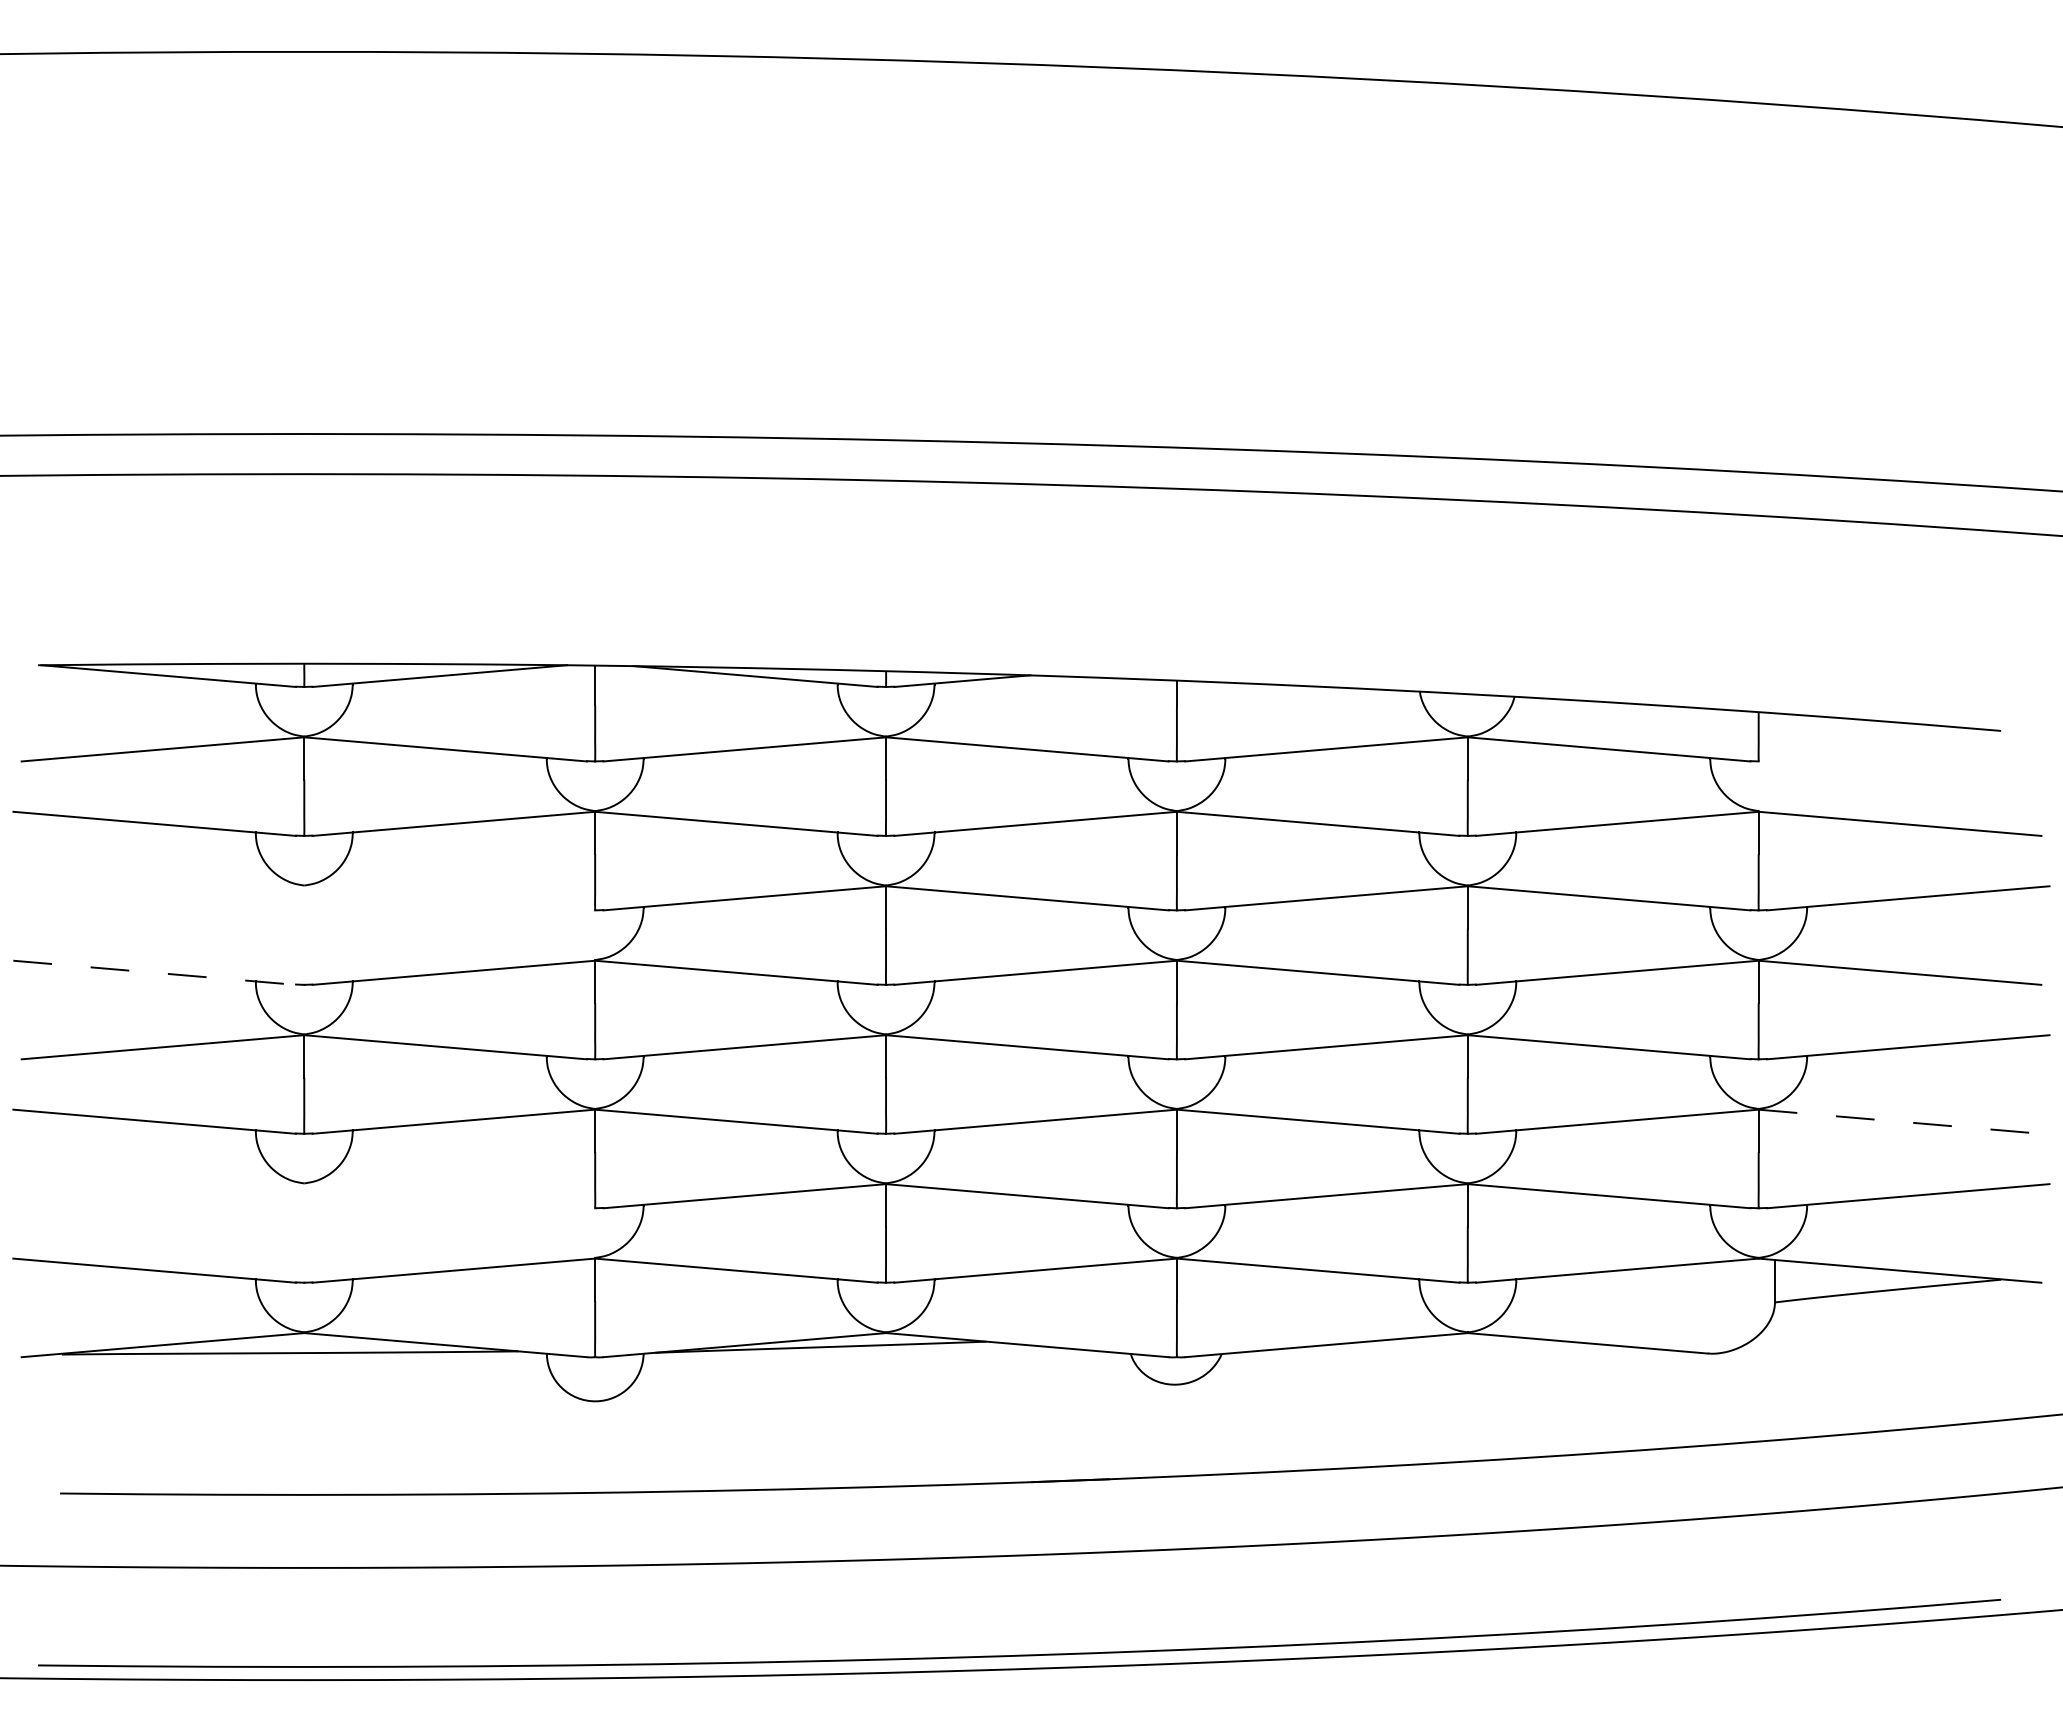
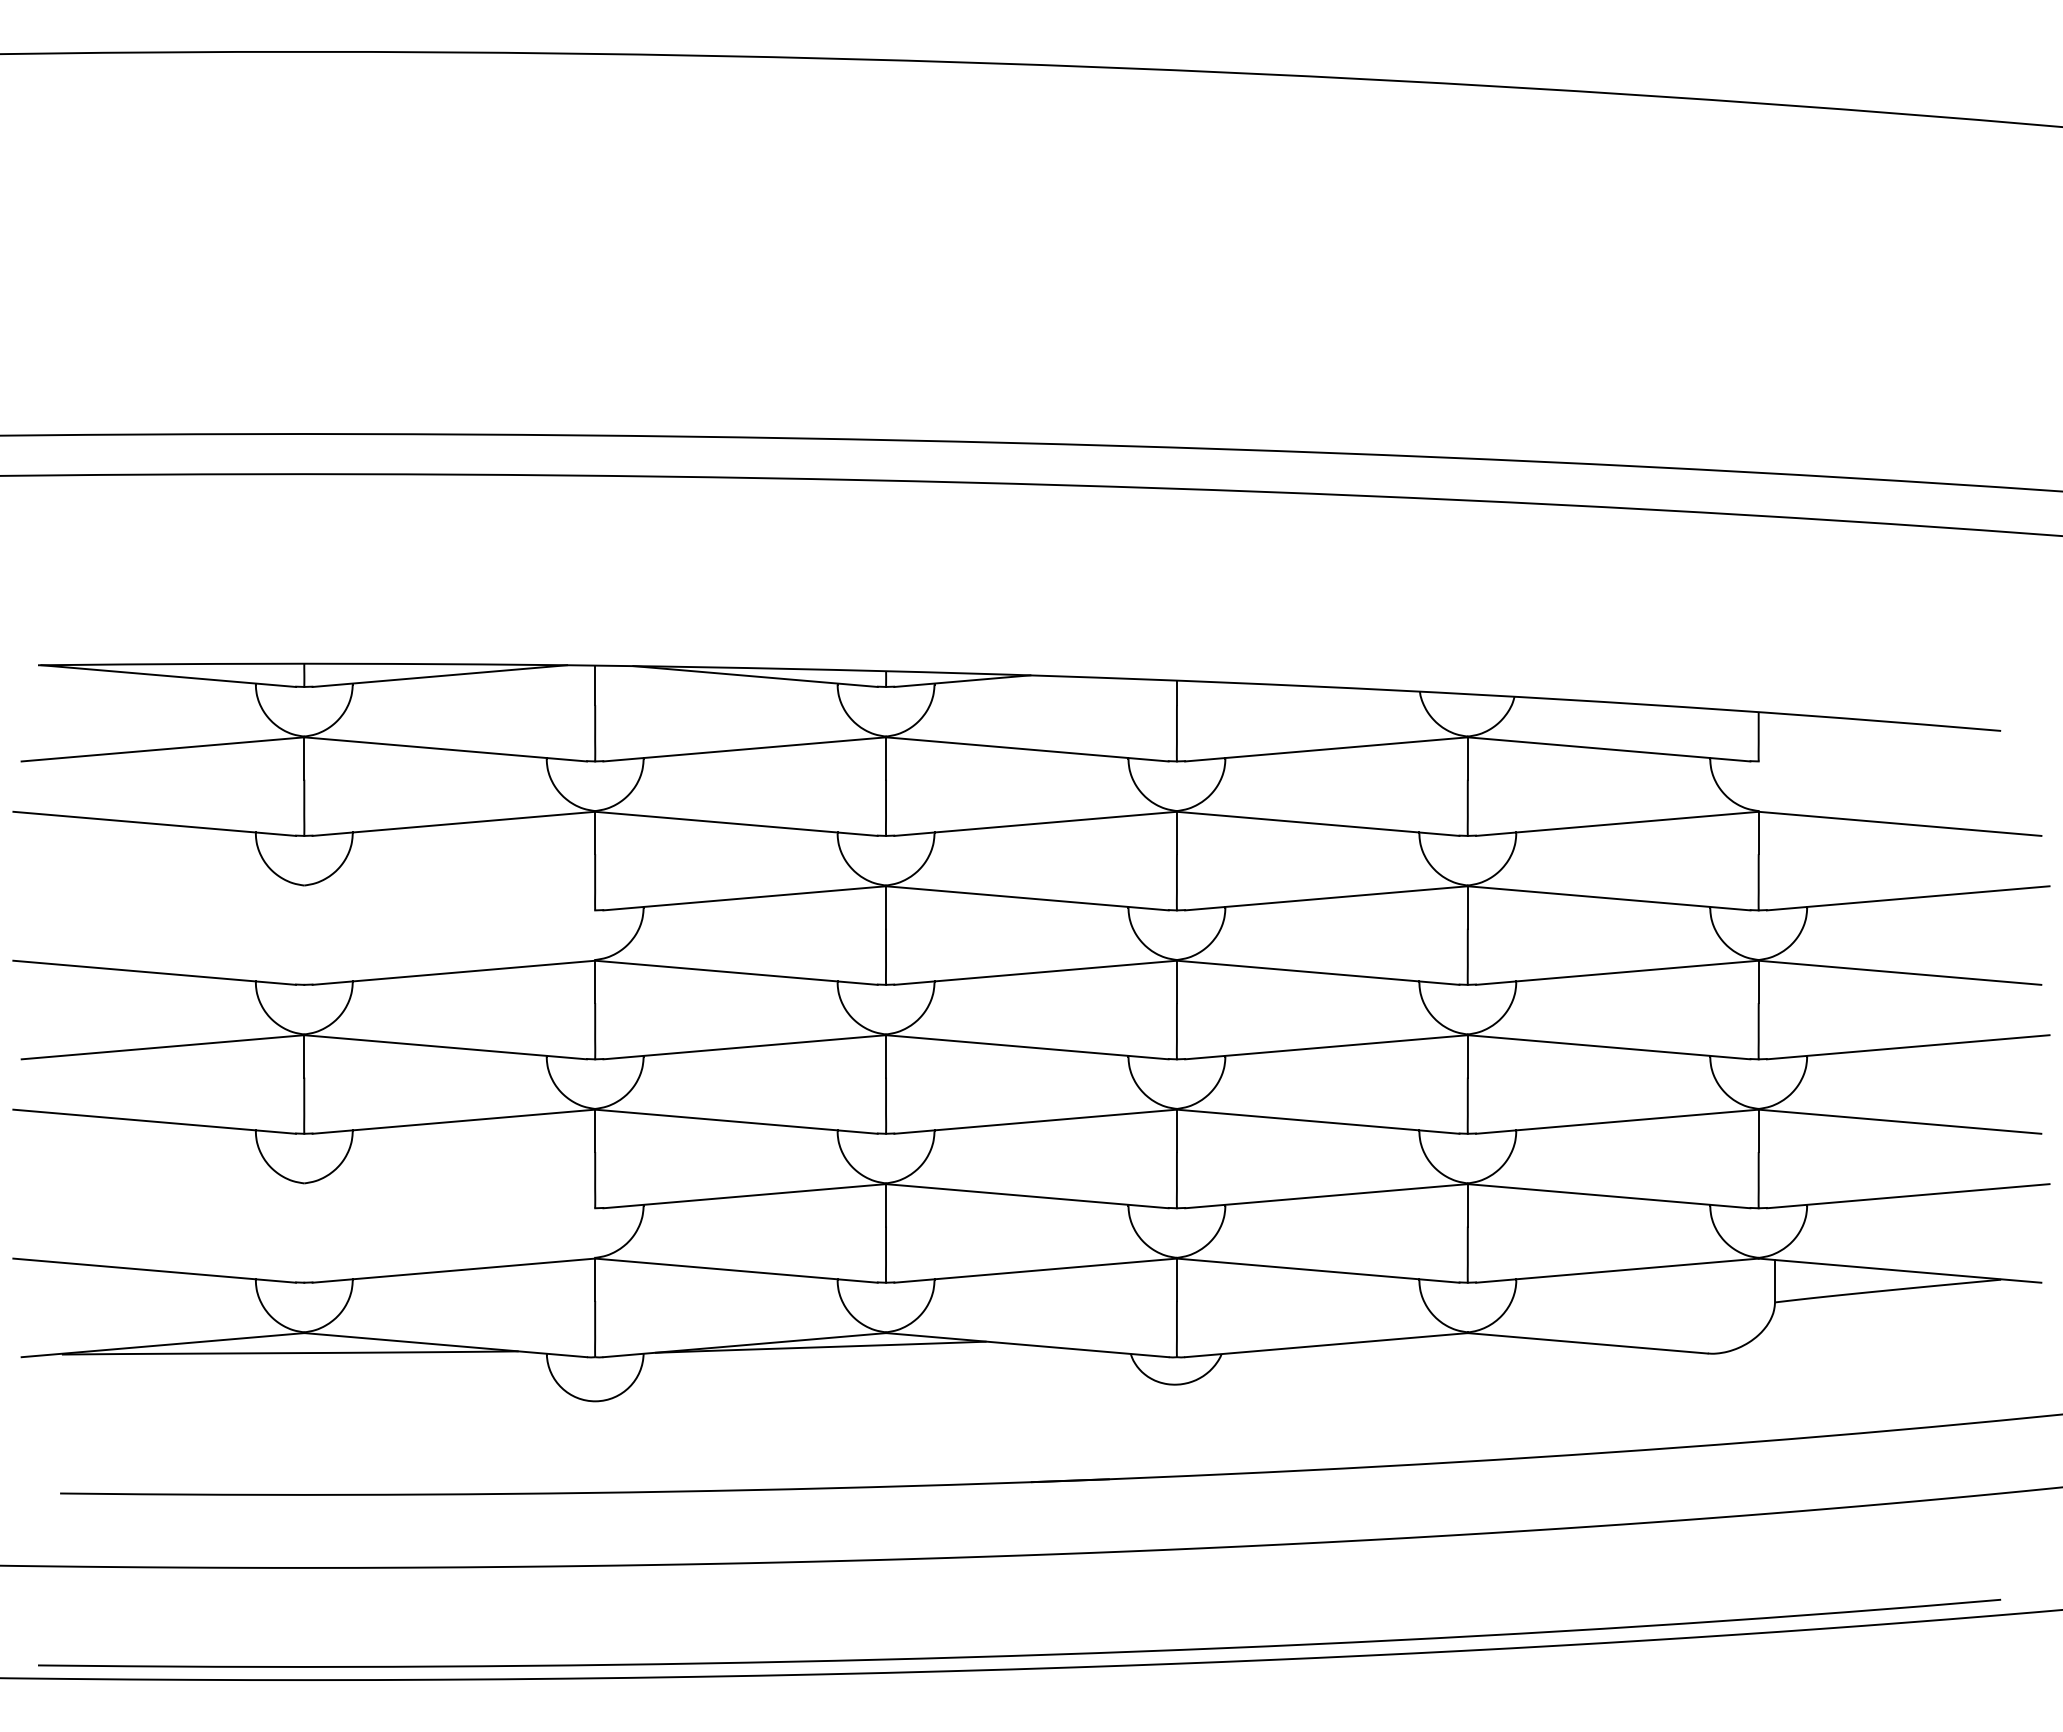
line at (154, 972): dashed -> solid
line at (1899, 1121): dashed -> solid
